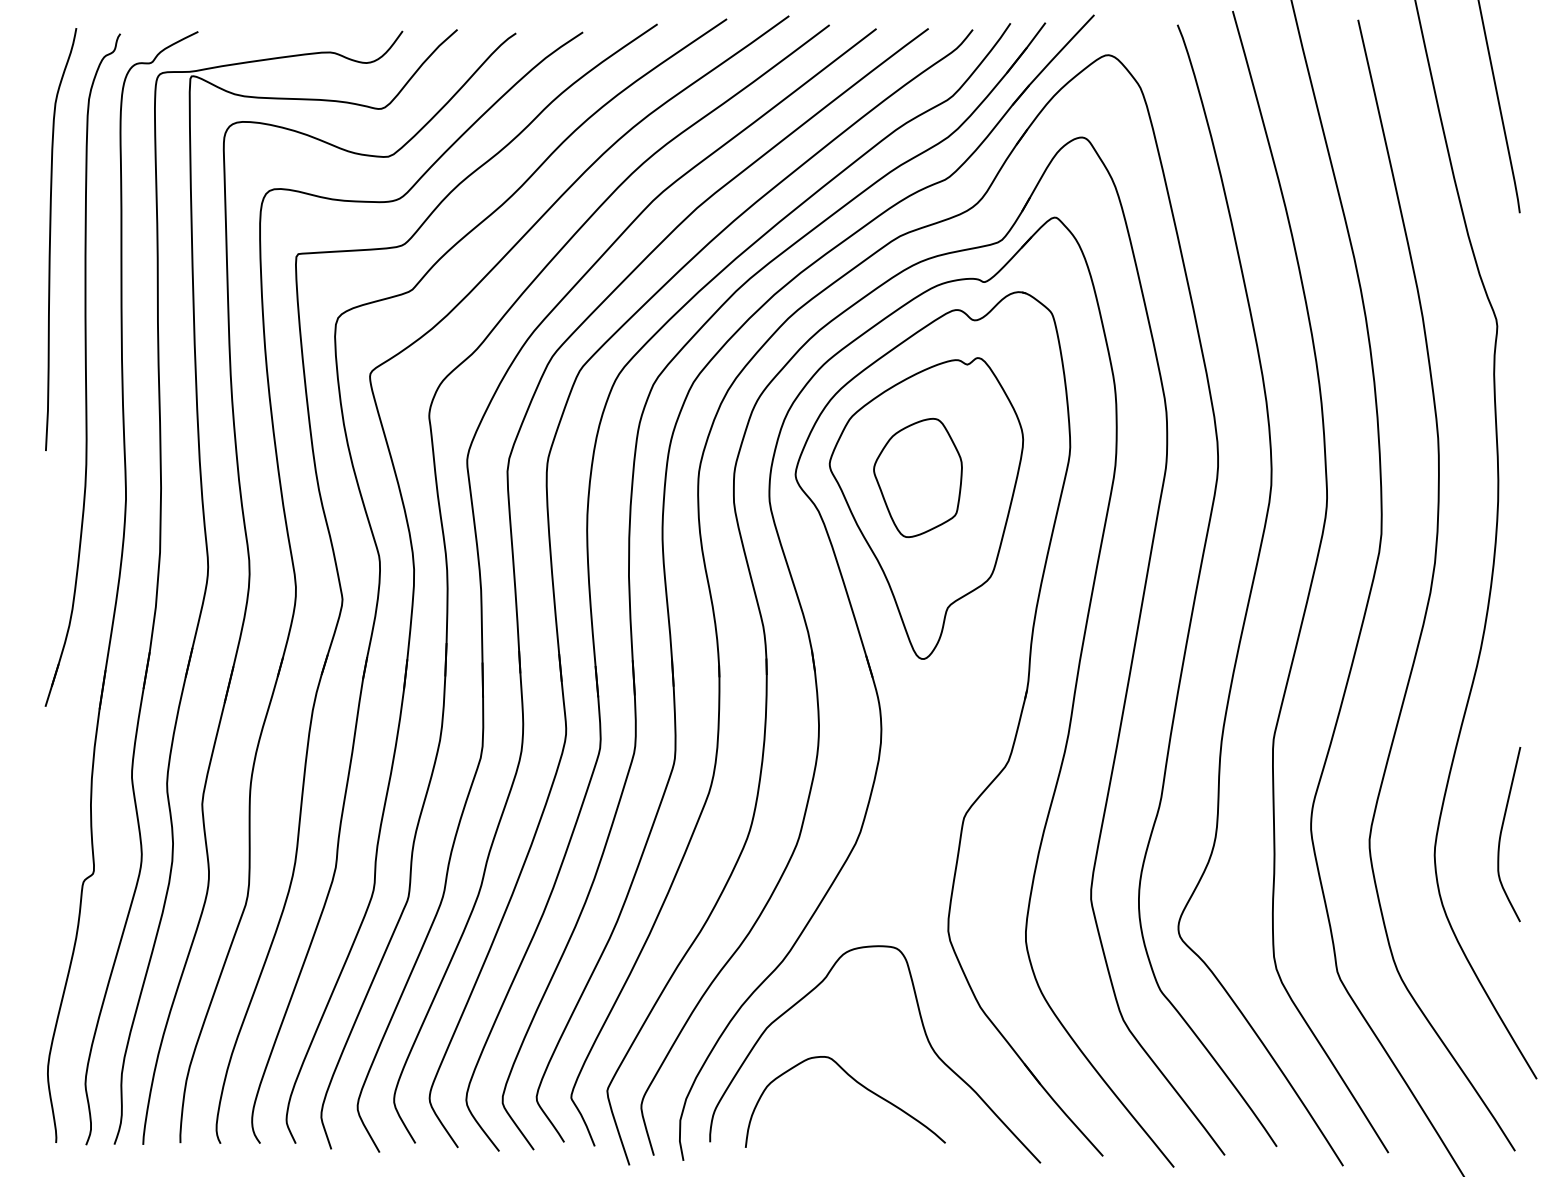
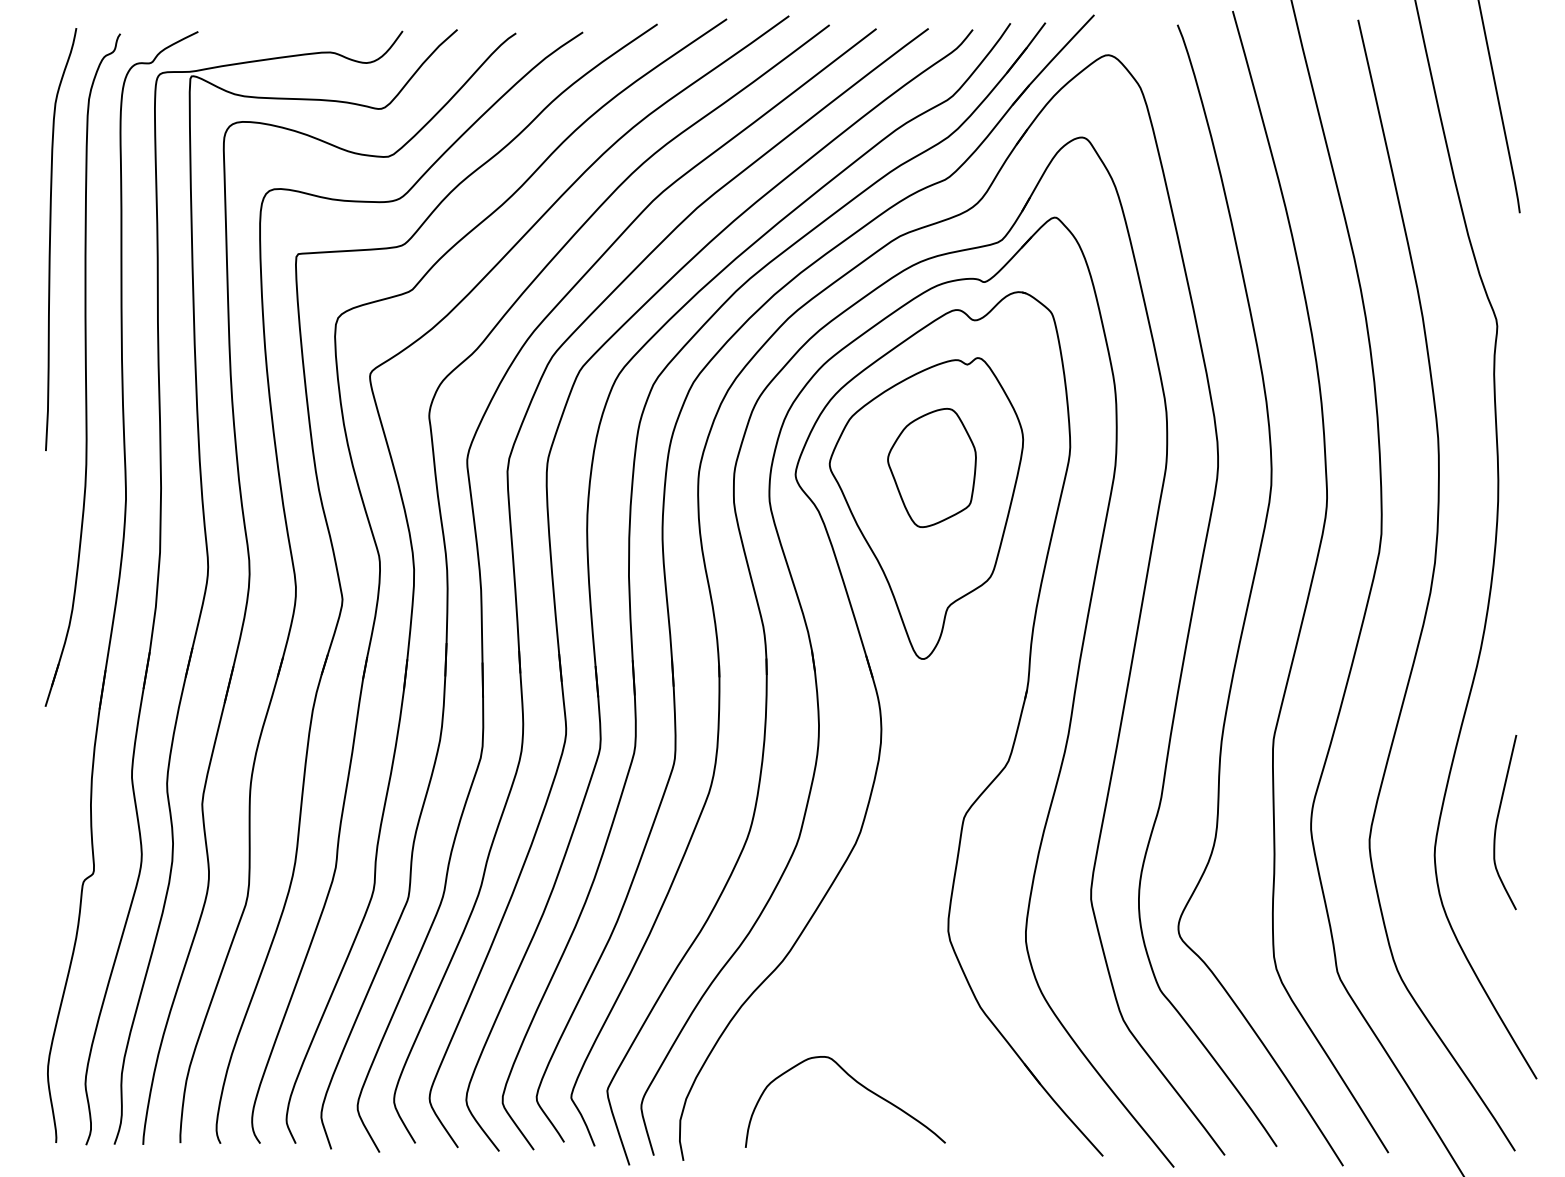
part at (917, 478) position: (917, 478) -> (931, 468)
curve at (1502, 831) position: (1502, 831) -> (1498, 819)
curve at (925, 1036): present -> none
